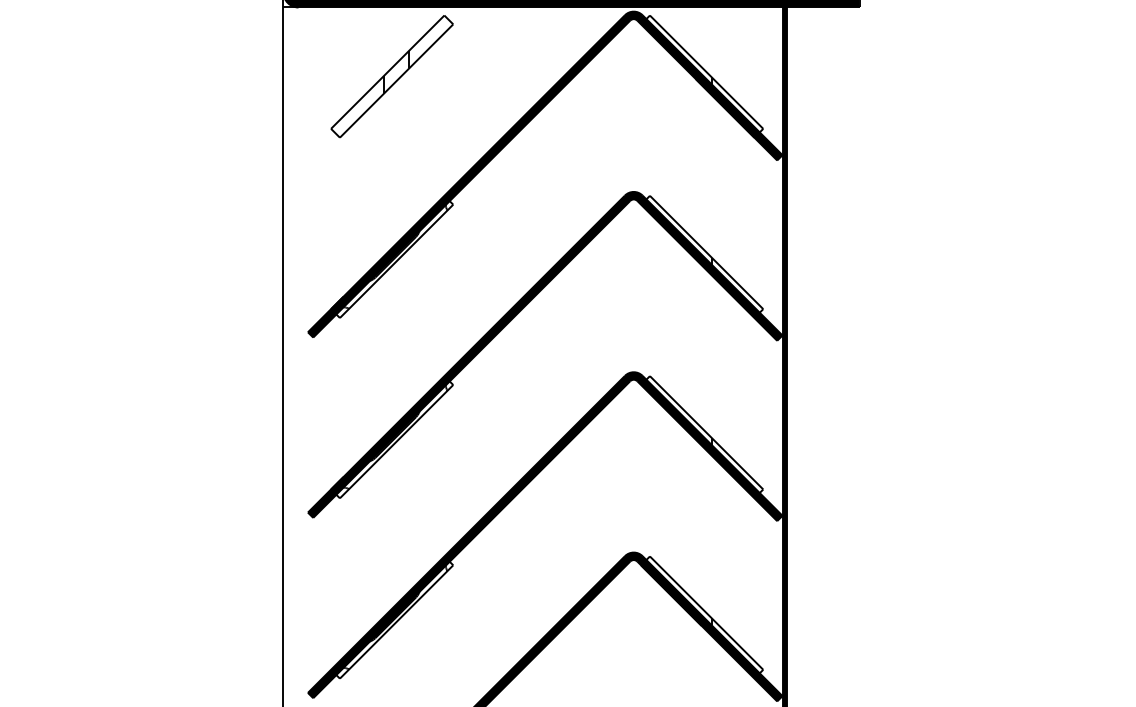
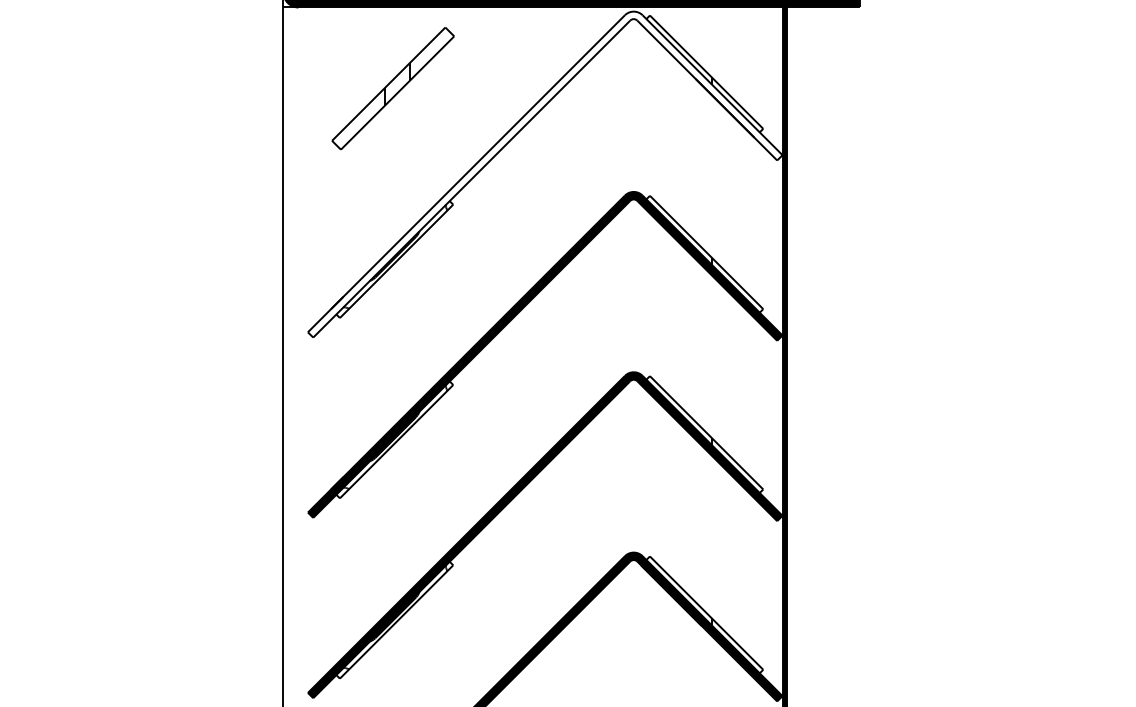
part at (391, 76) position: (391, 76) -> (392, 88)
fill at (544, 174): present -> none
